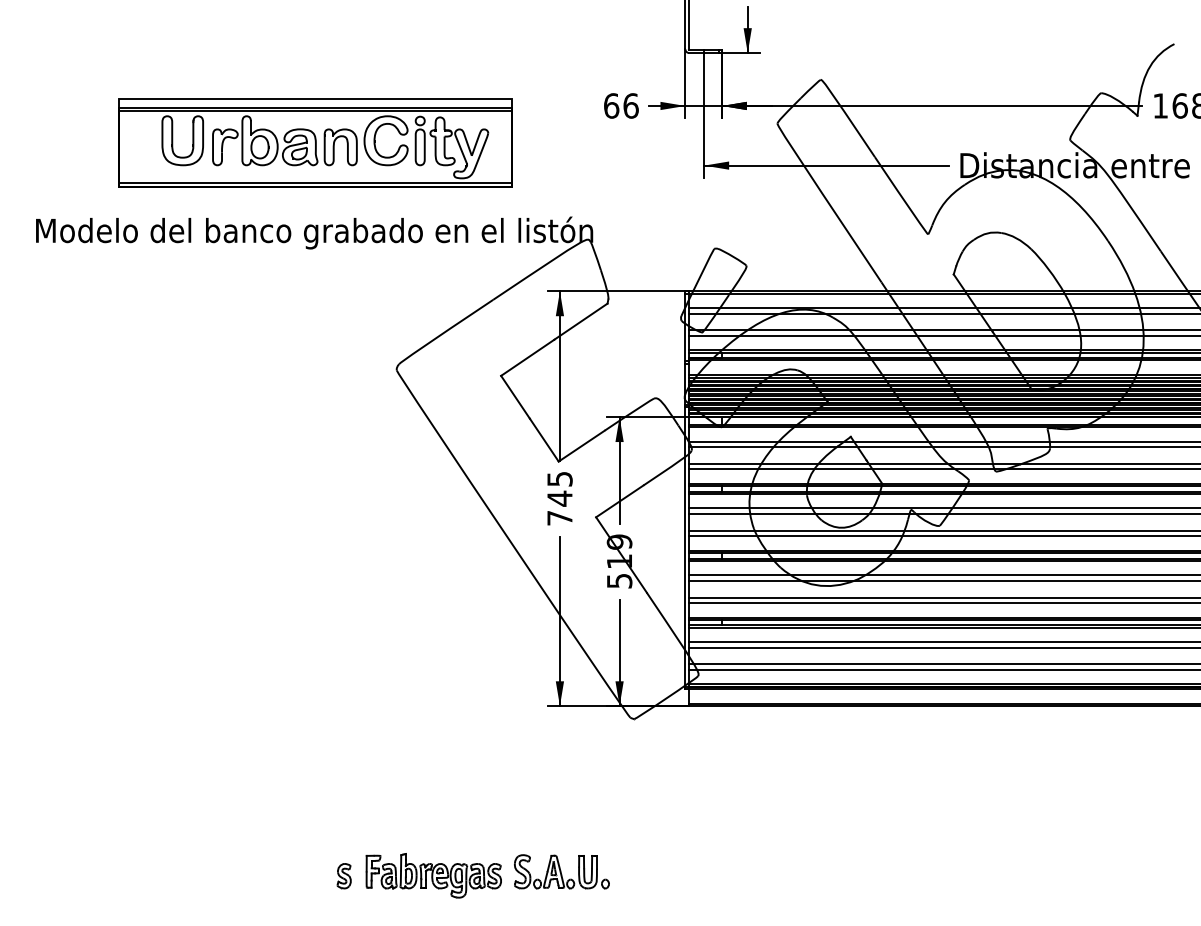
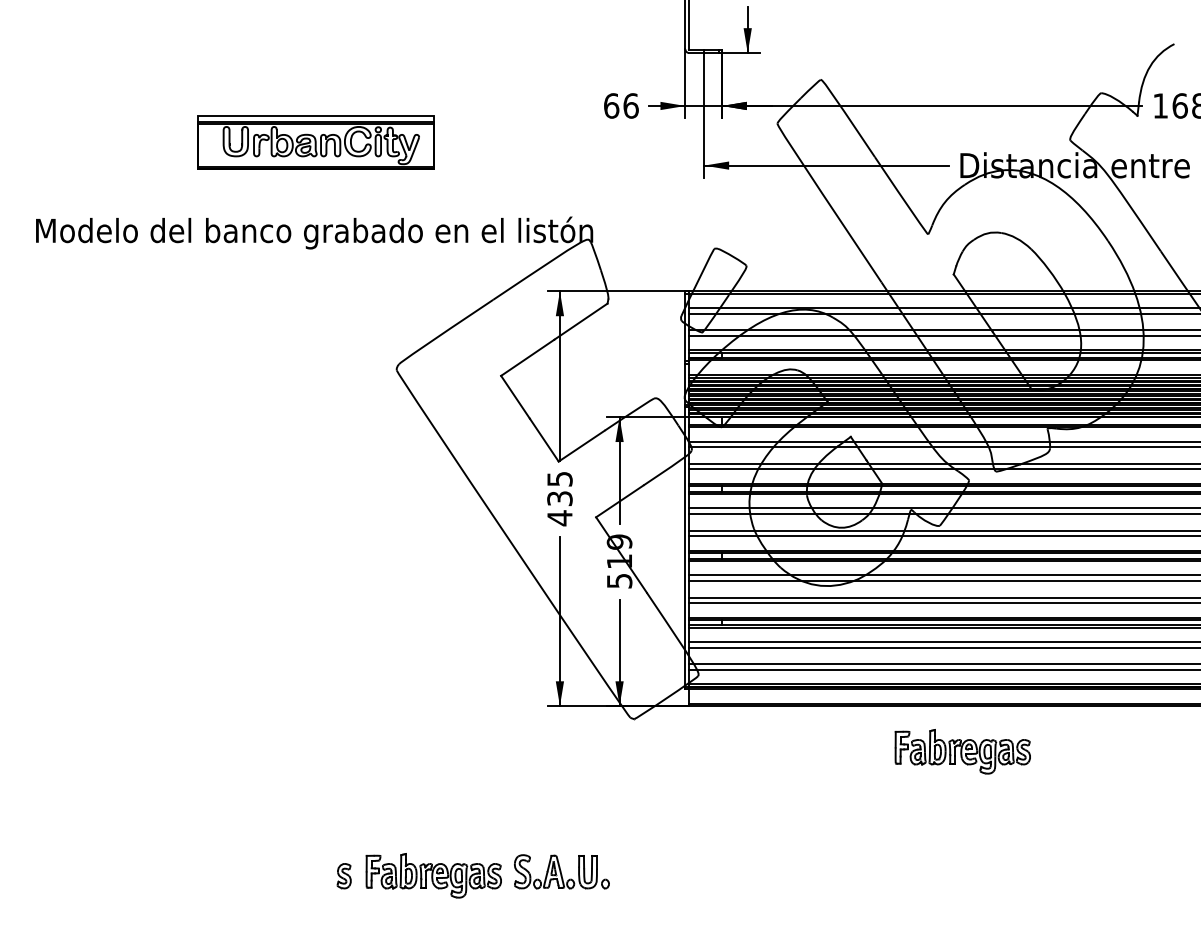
part at (315, 142) size: 395x90 px -> 238x55 px
text at (559, 508): 745 -> 435
part at (962, 751): none -> present
